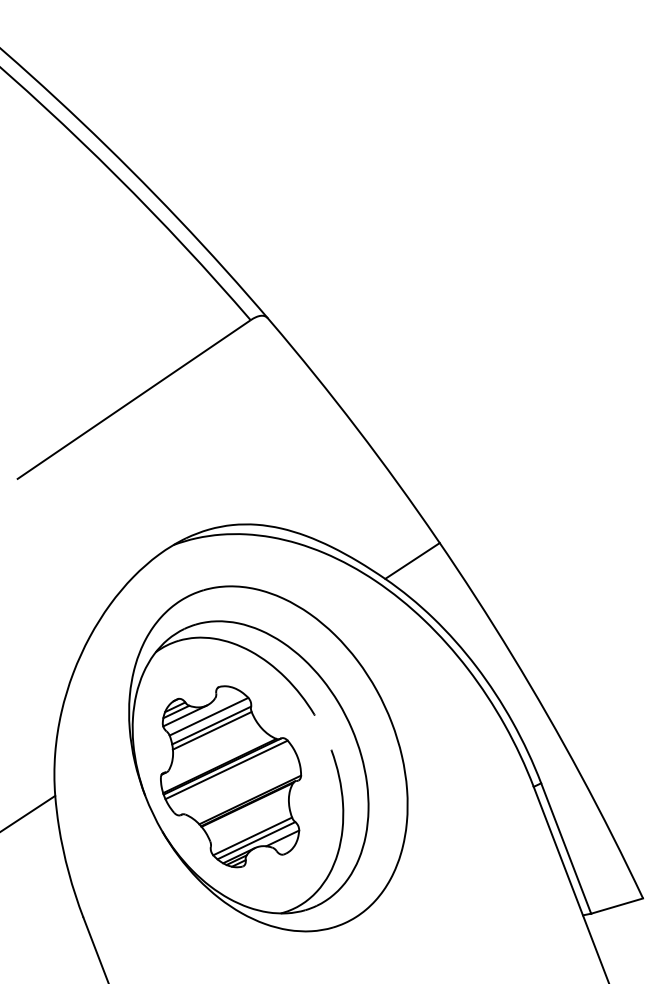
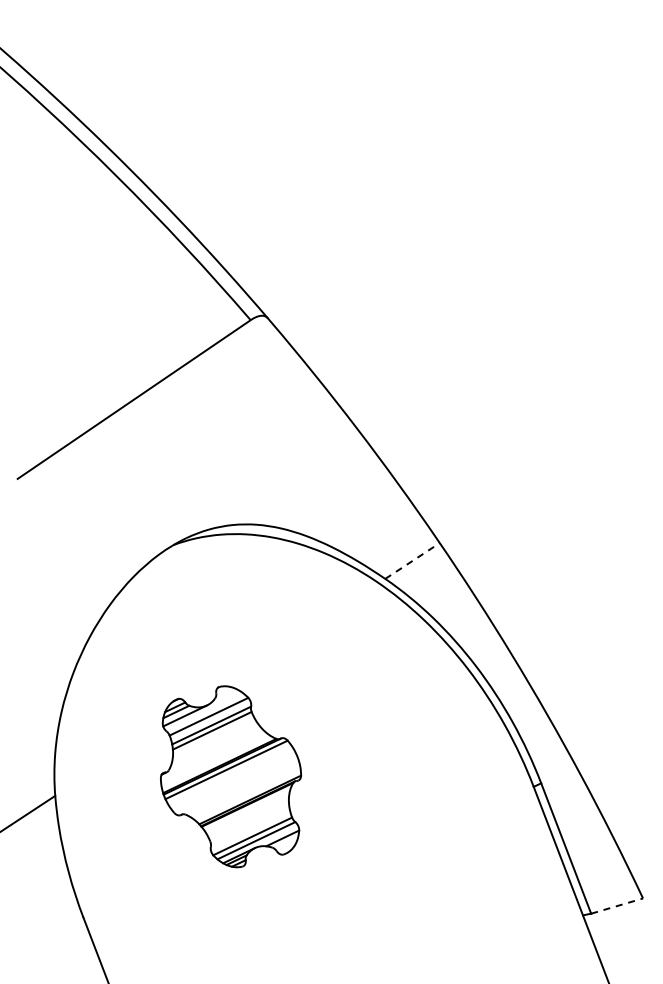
line at (412, 560): solid -> dashed
part at (268, 758): present -> none
line at (617, 905): solid -> dashed
